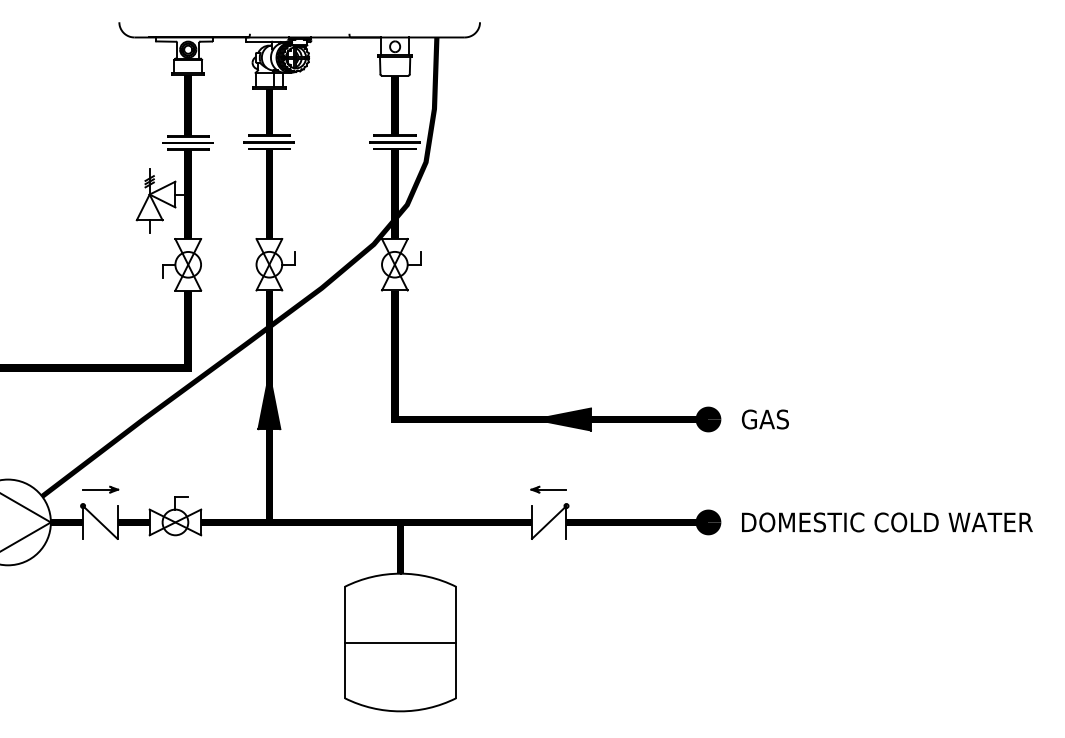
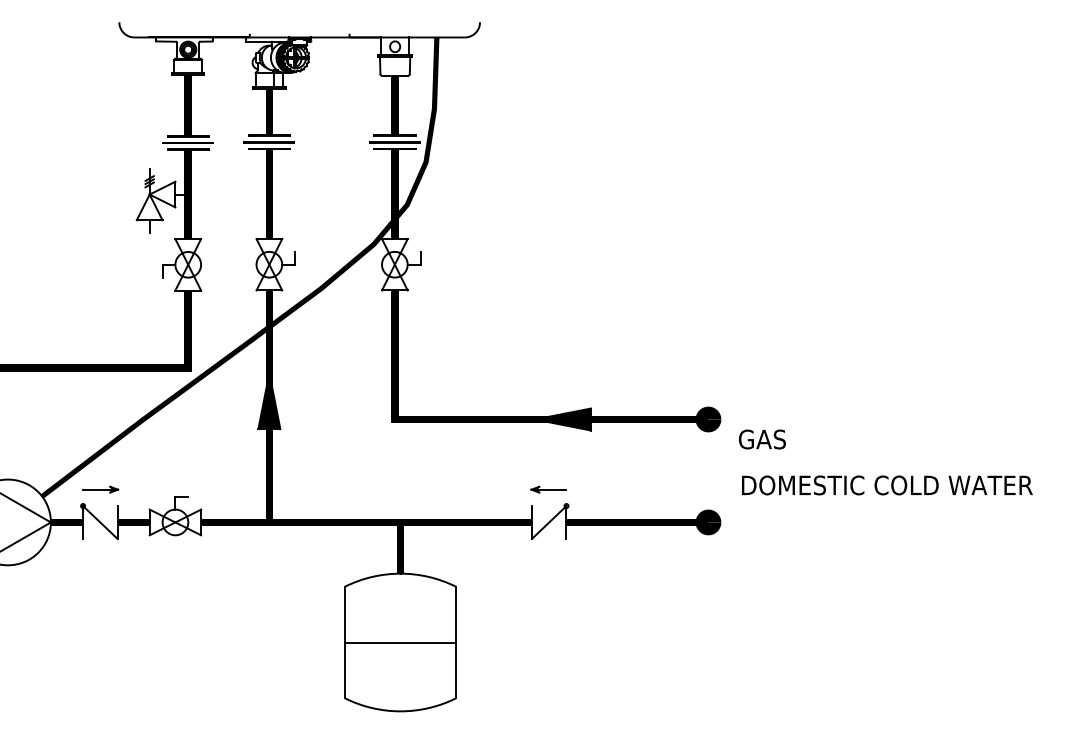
text at (764, 419) position: (764, 419) -> (761, 439)
text at (887, 522) position: (887, 522) -> (887, 485)
